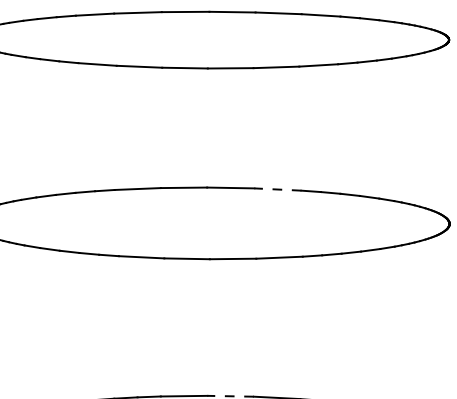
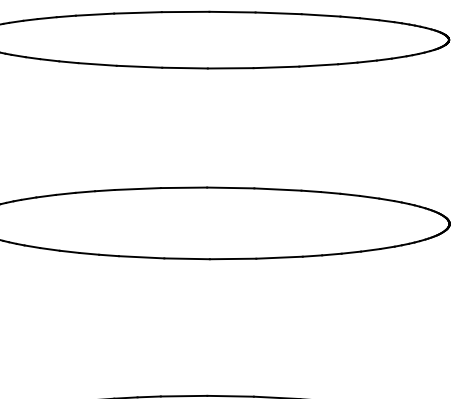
line at (277, 189): dashed -> solid
line at (230, 396): dashed -> solid
